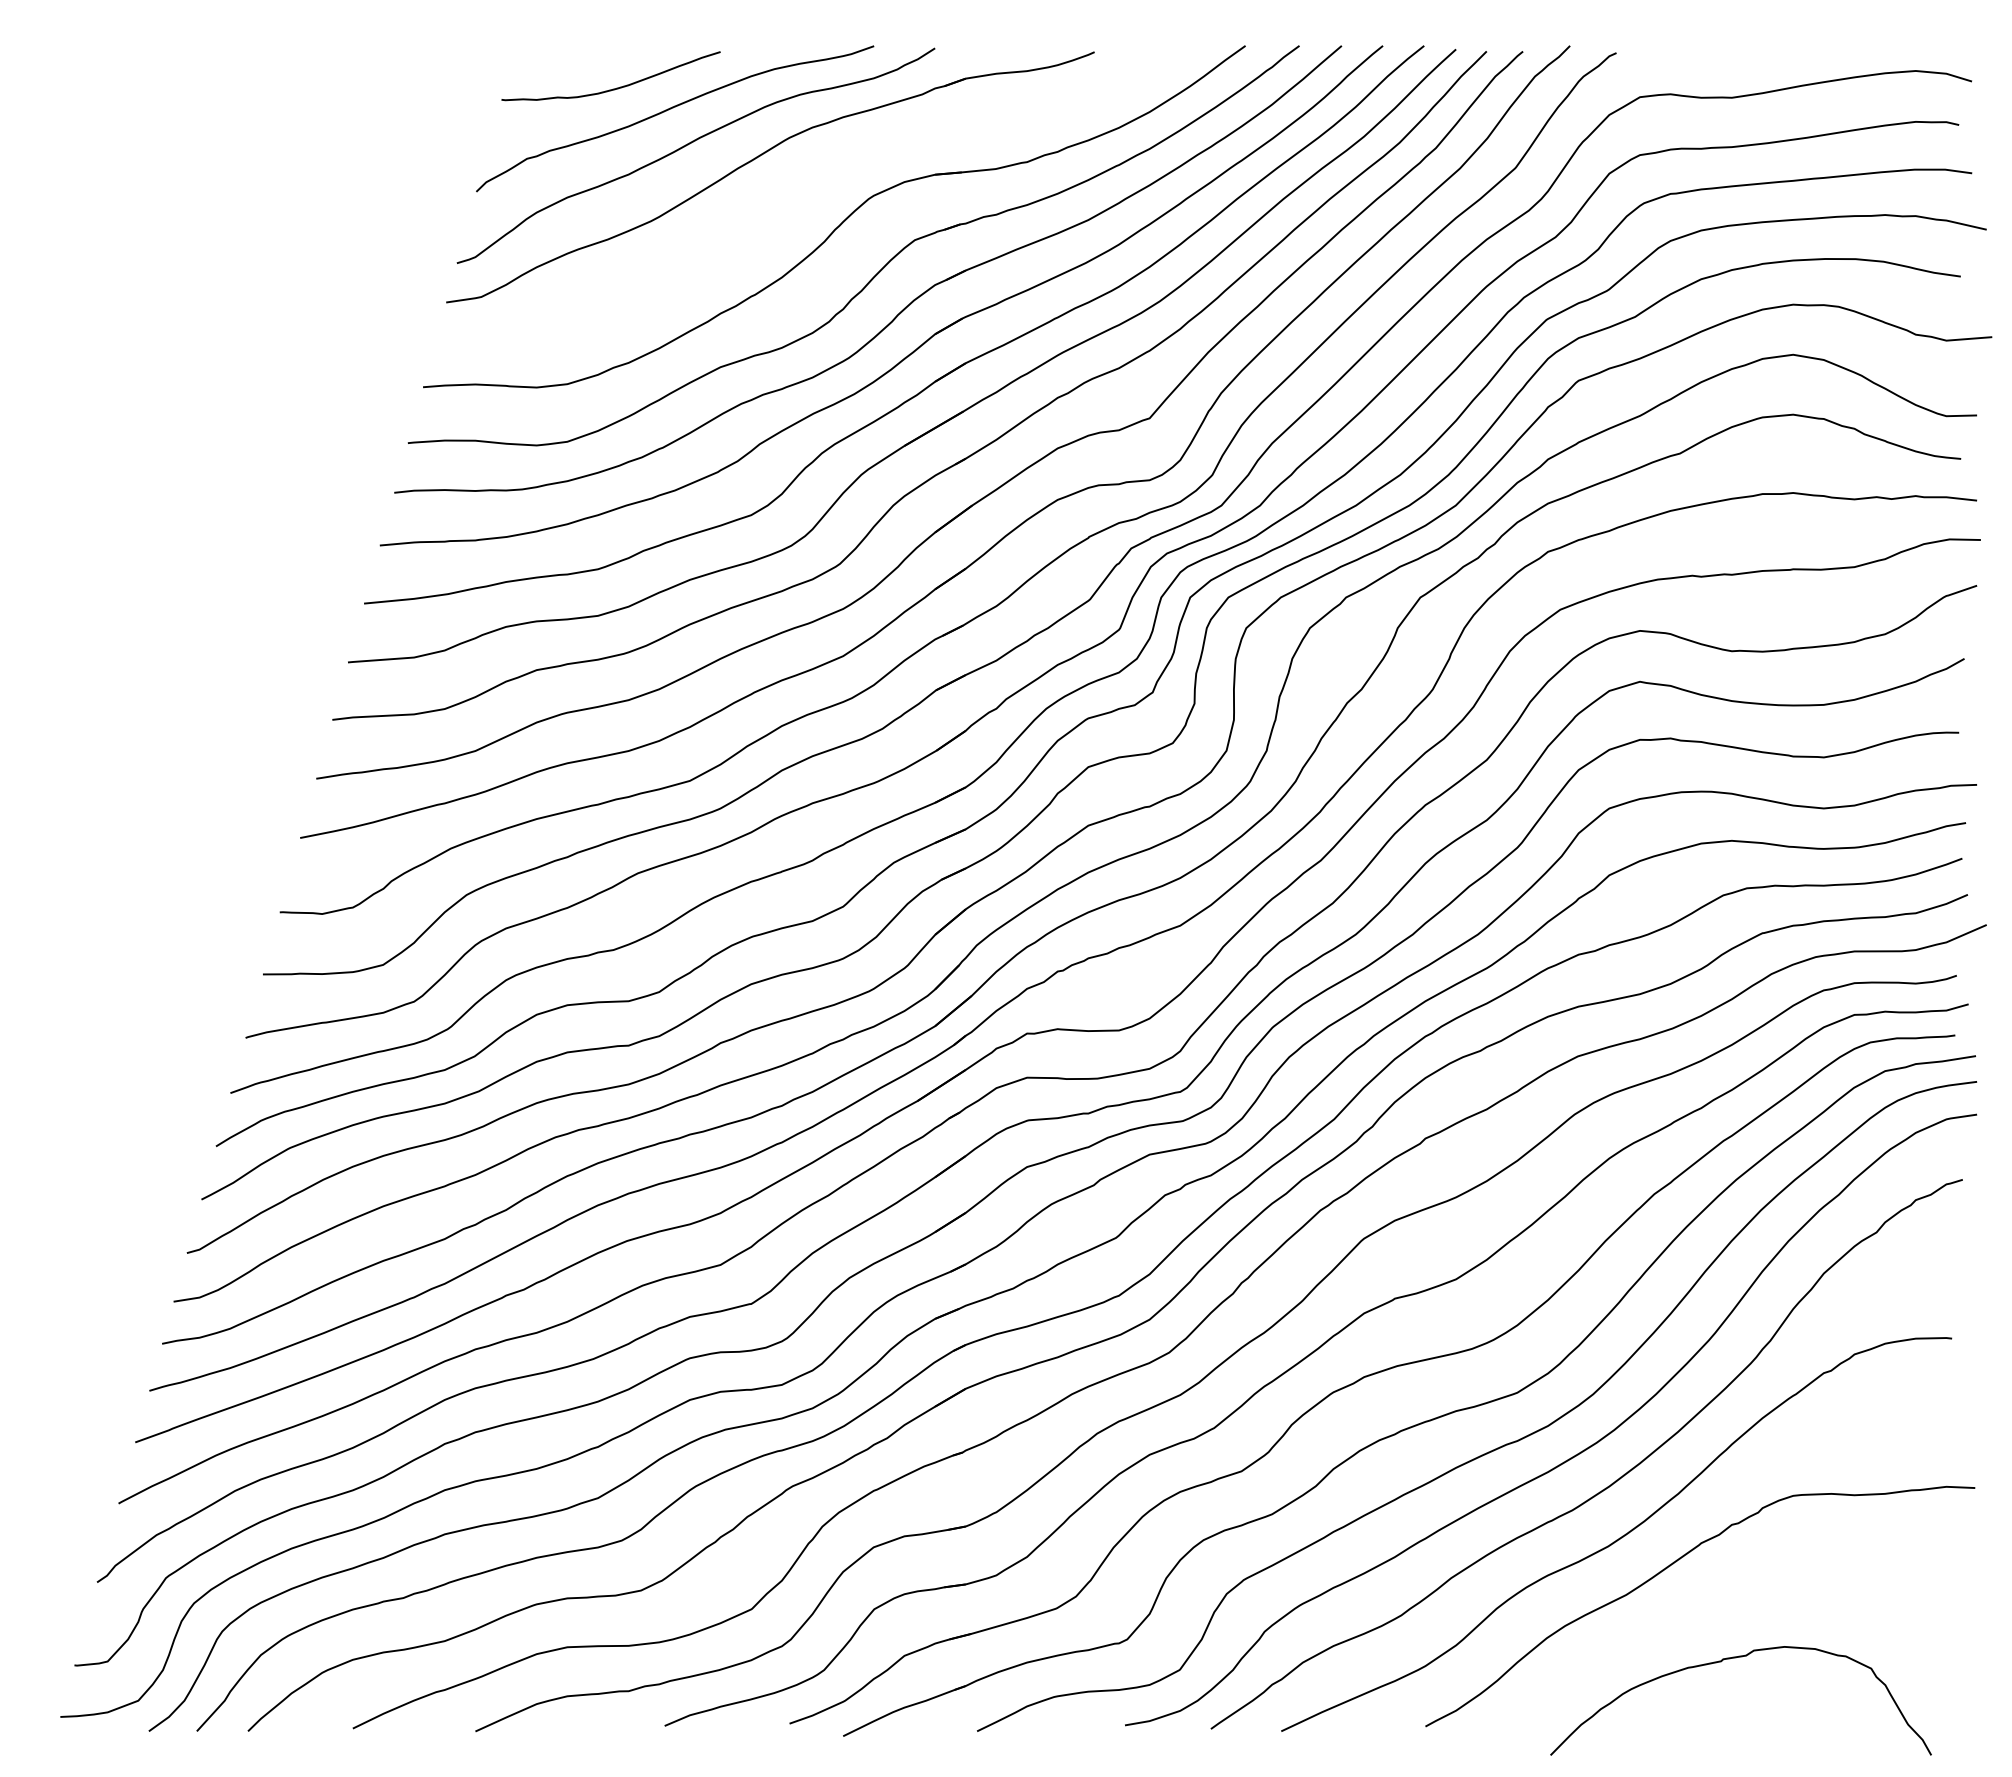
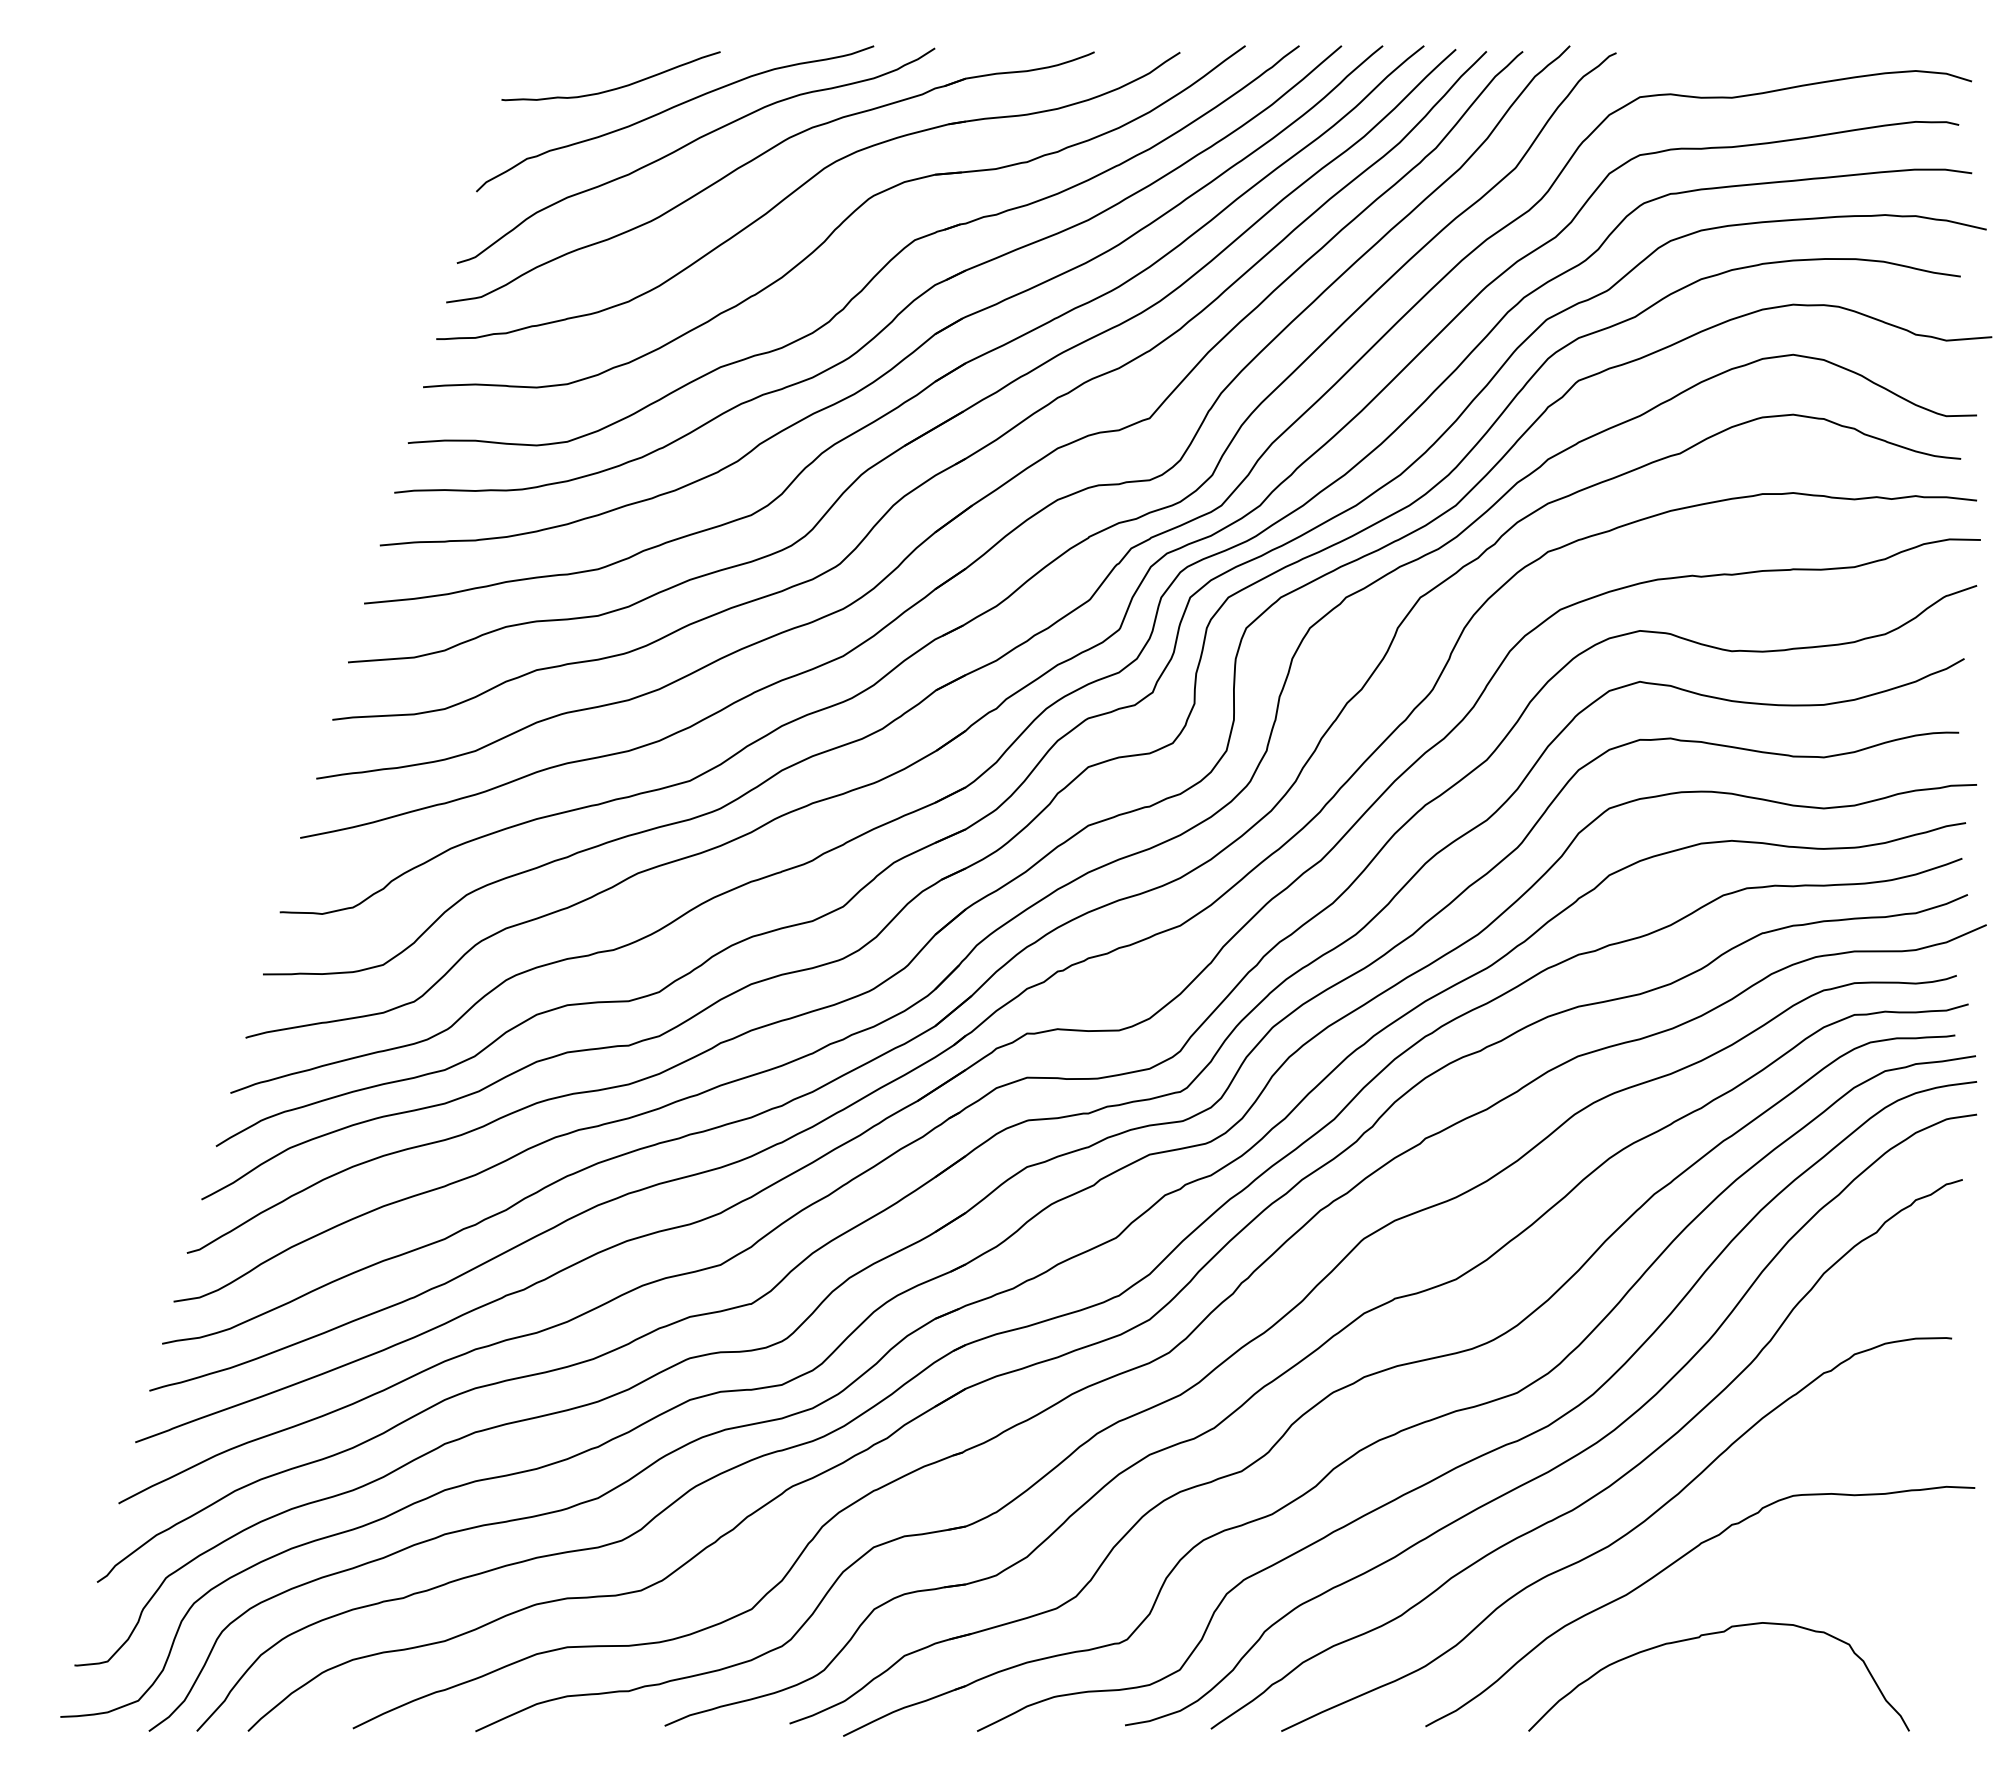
part at (801, 187): none -> present
curve at (1736, 1658) position: (1736, 1658) -> (1714, 1634)
